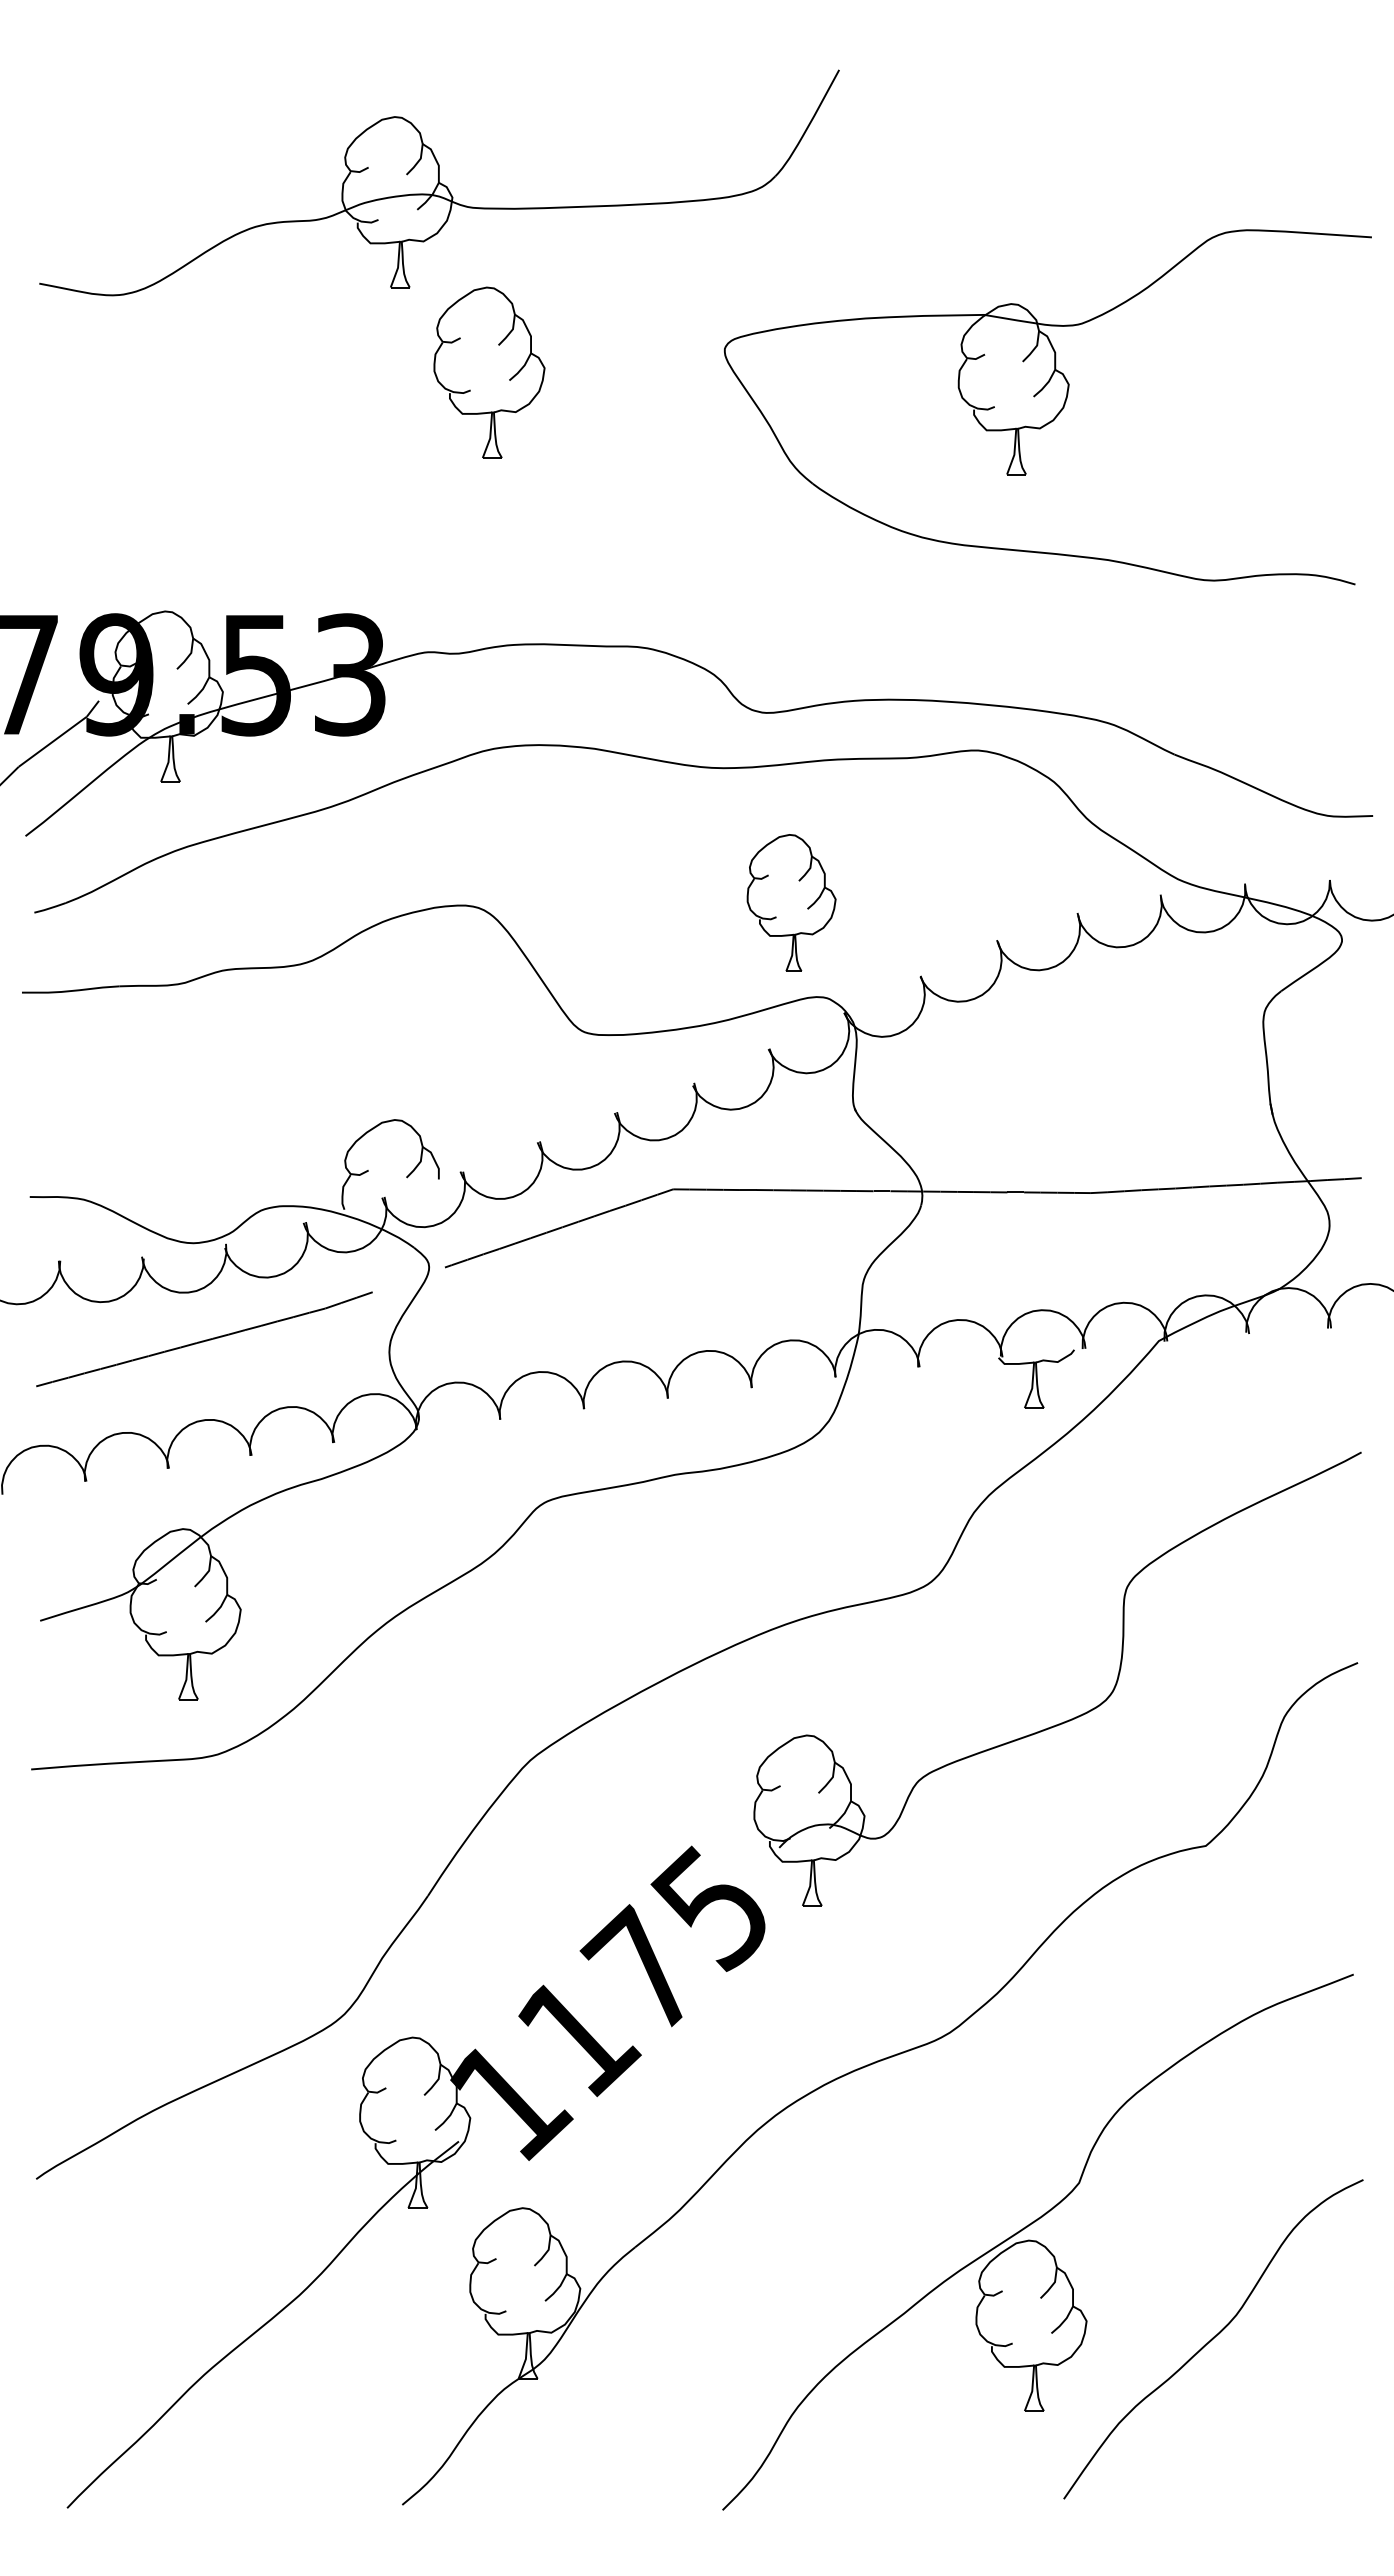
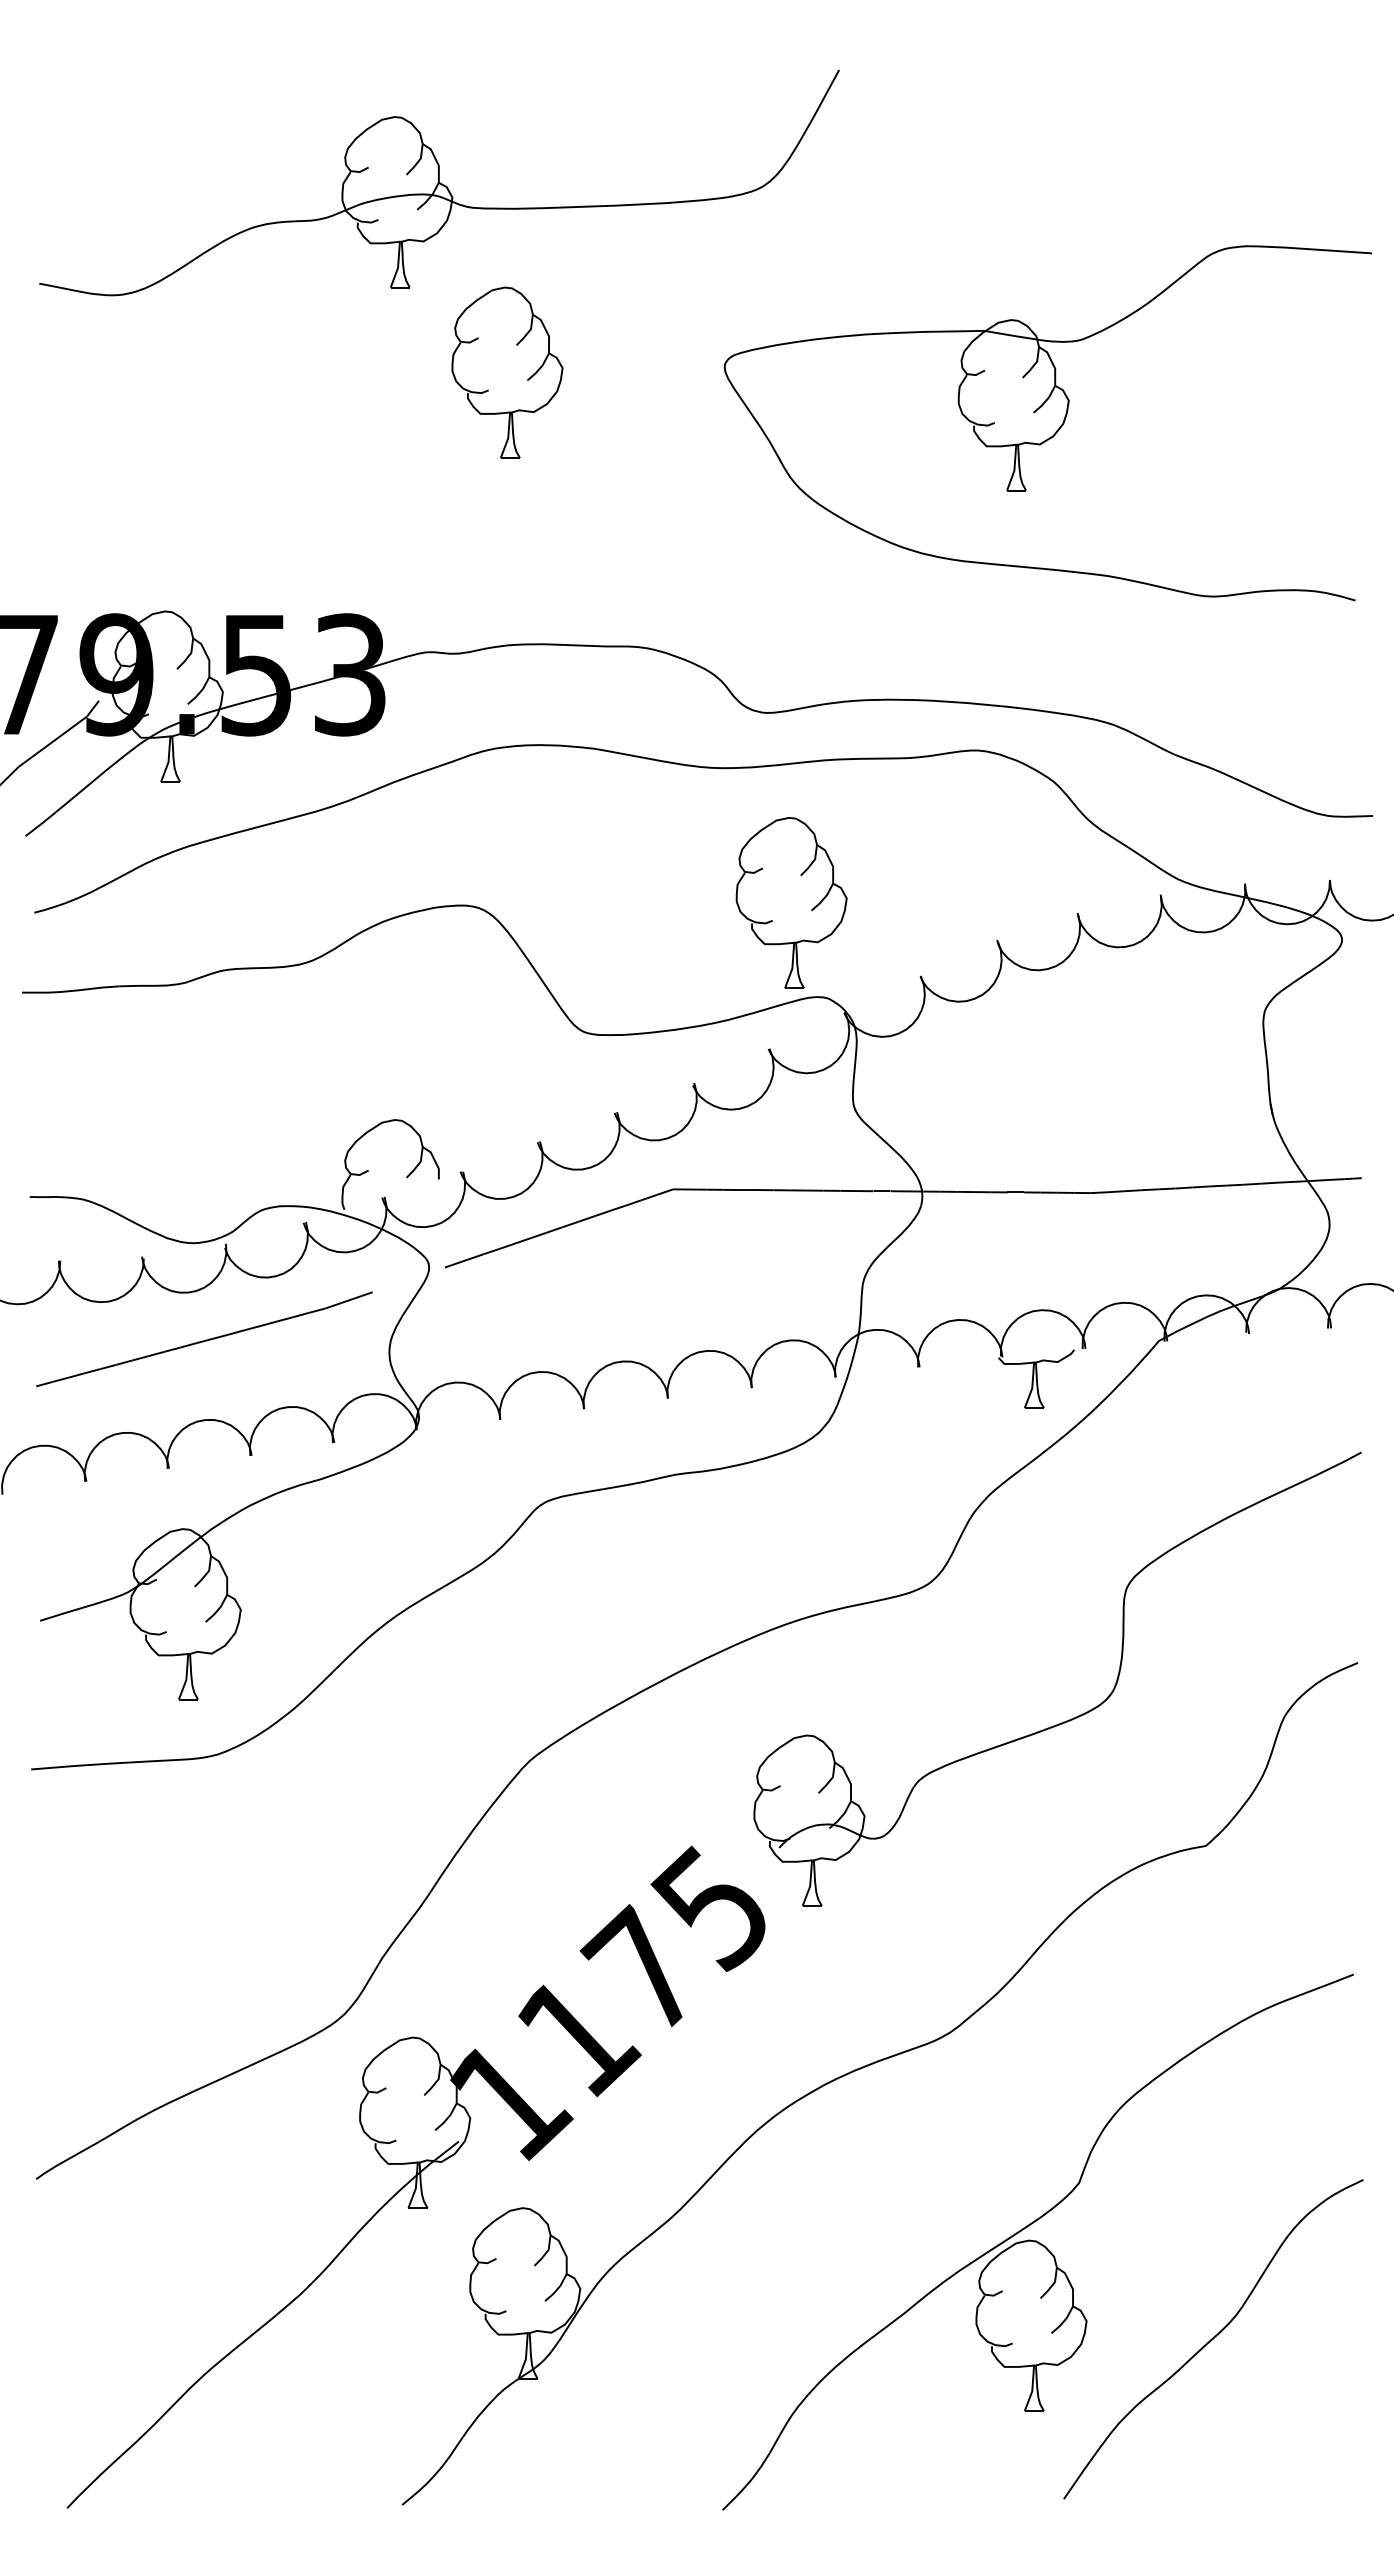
part at (489, 372) position: (489, 372) -> (507, 372)
part at (1047, 407) position: (1047, 407) -> (1047, 423)
part at (791, 902) size: 91x138 px -> 113x172 px
